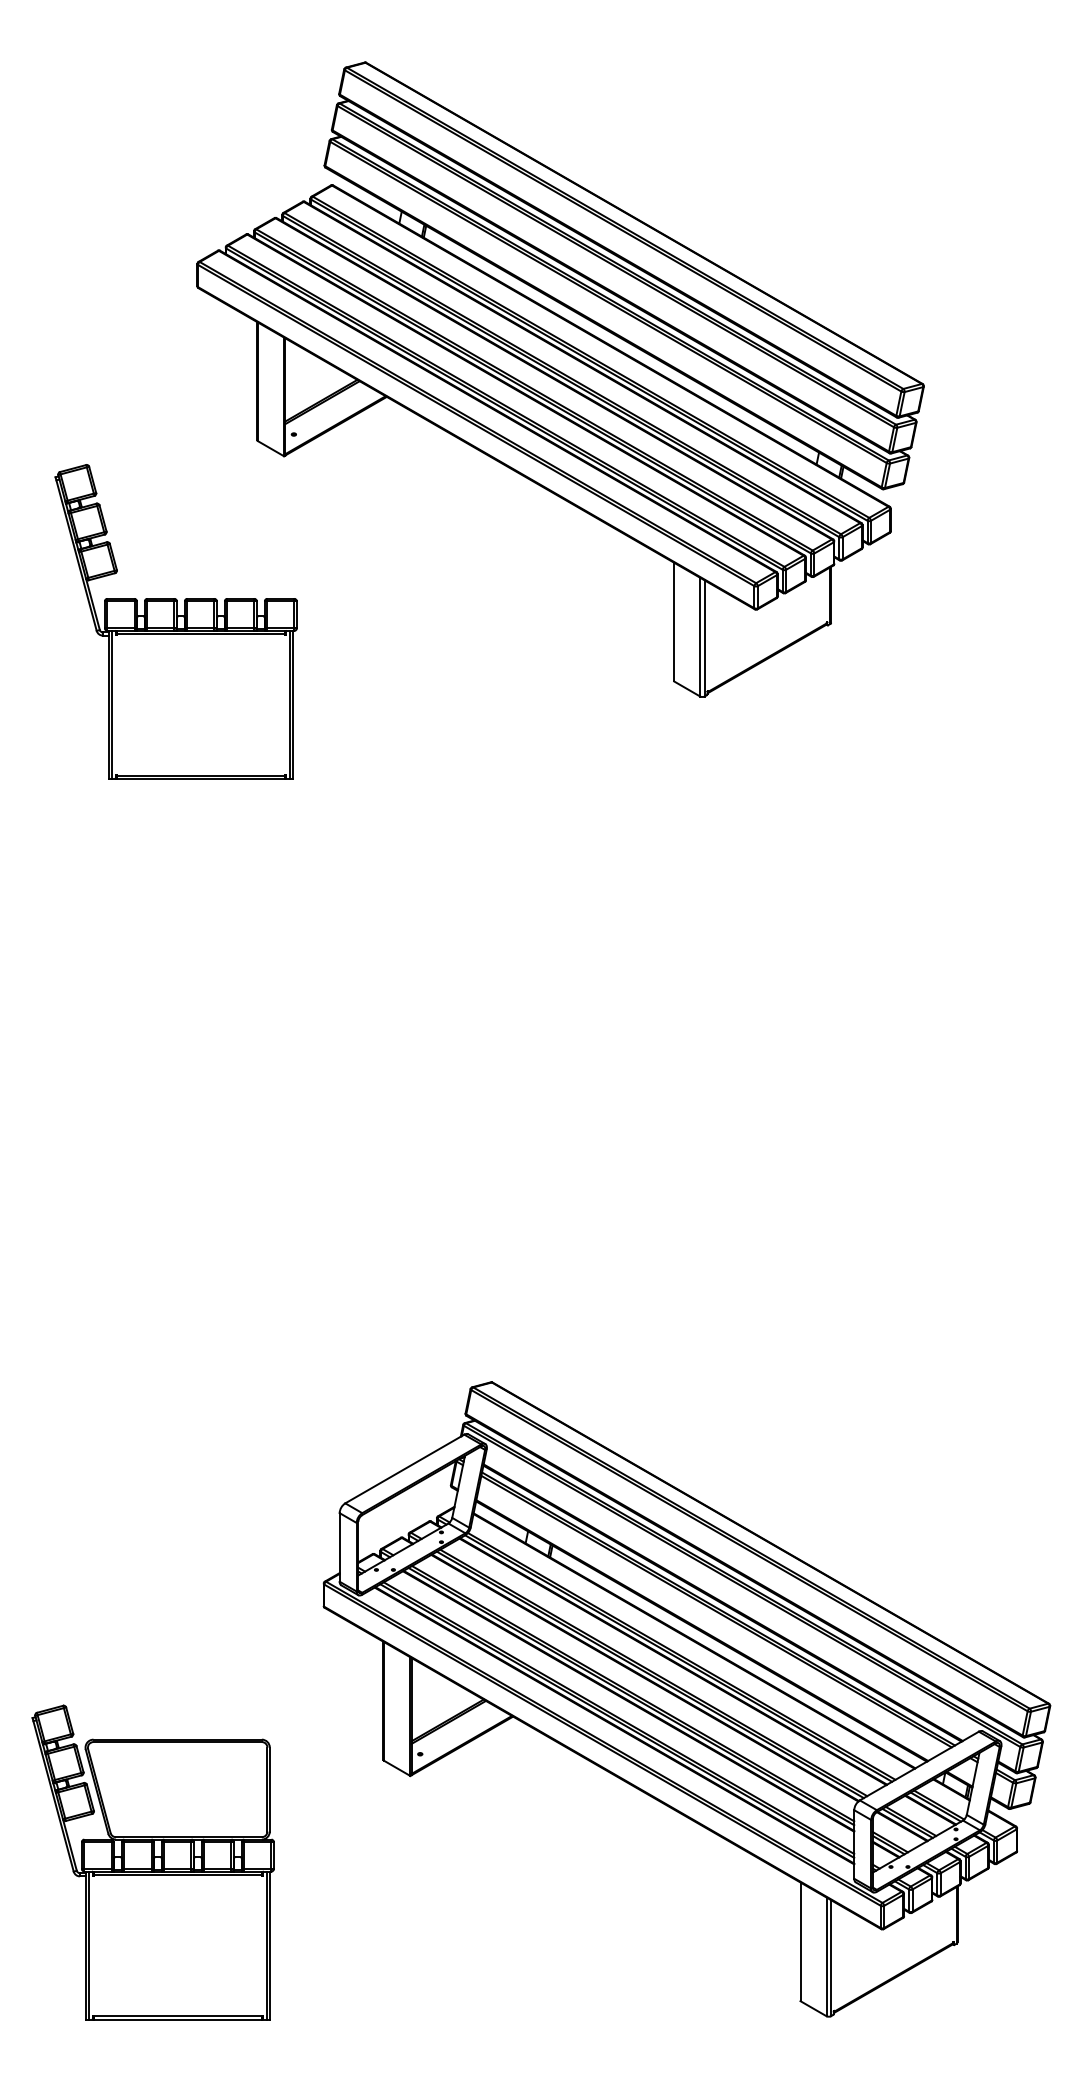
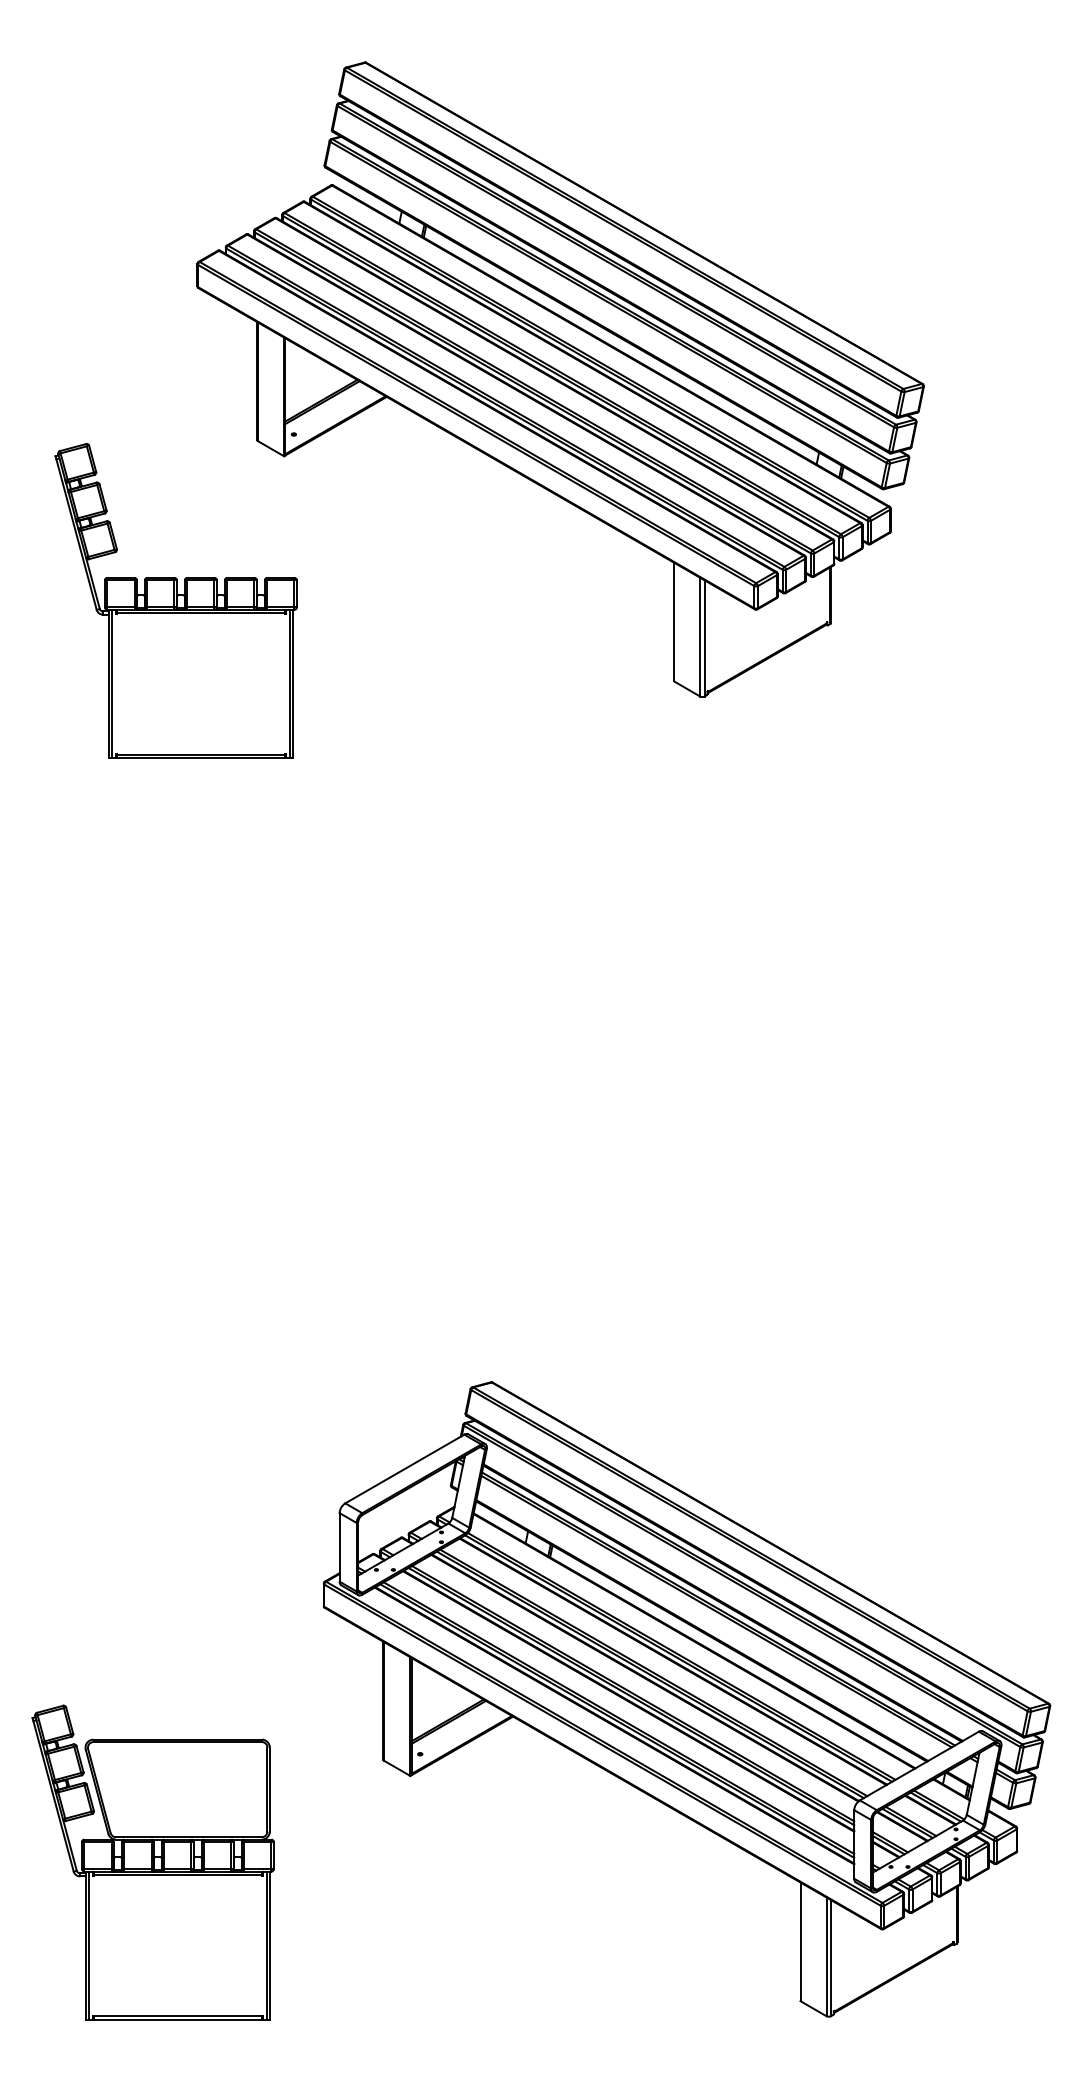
part at (175, 621) position: (175, 621) -> (175, 600)
